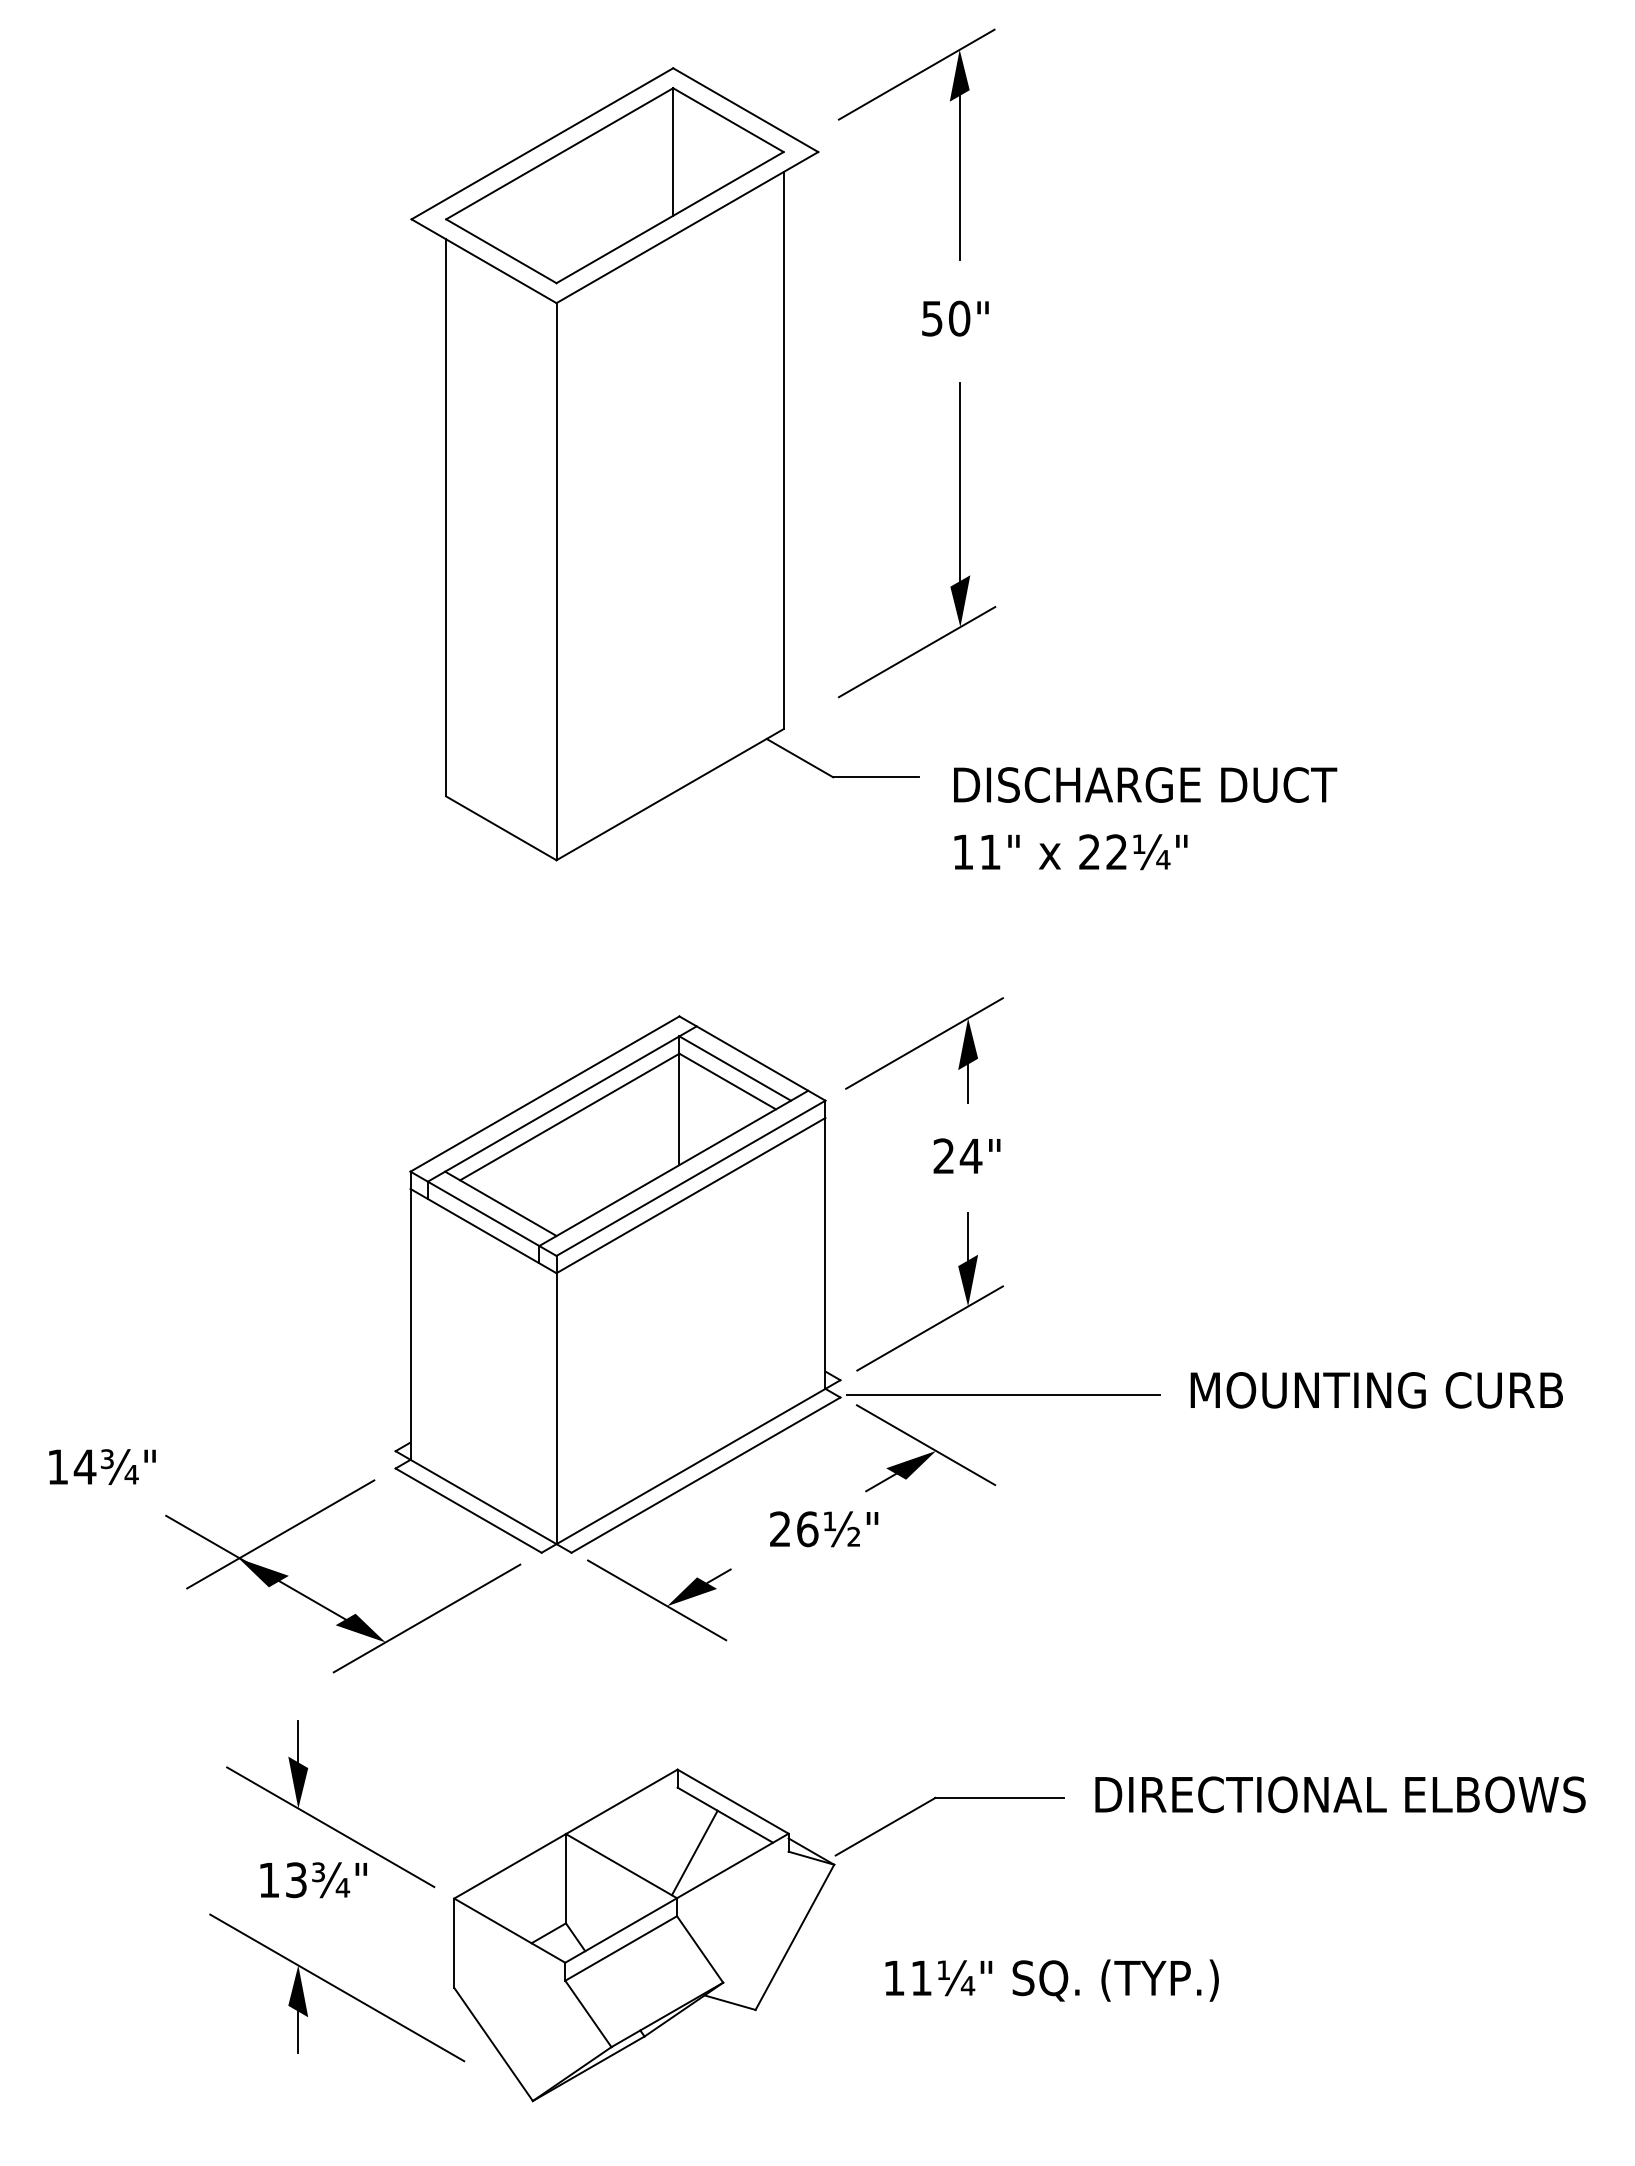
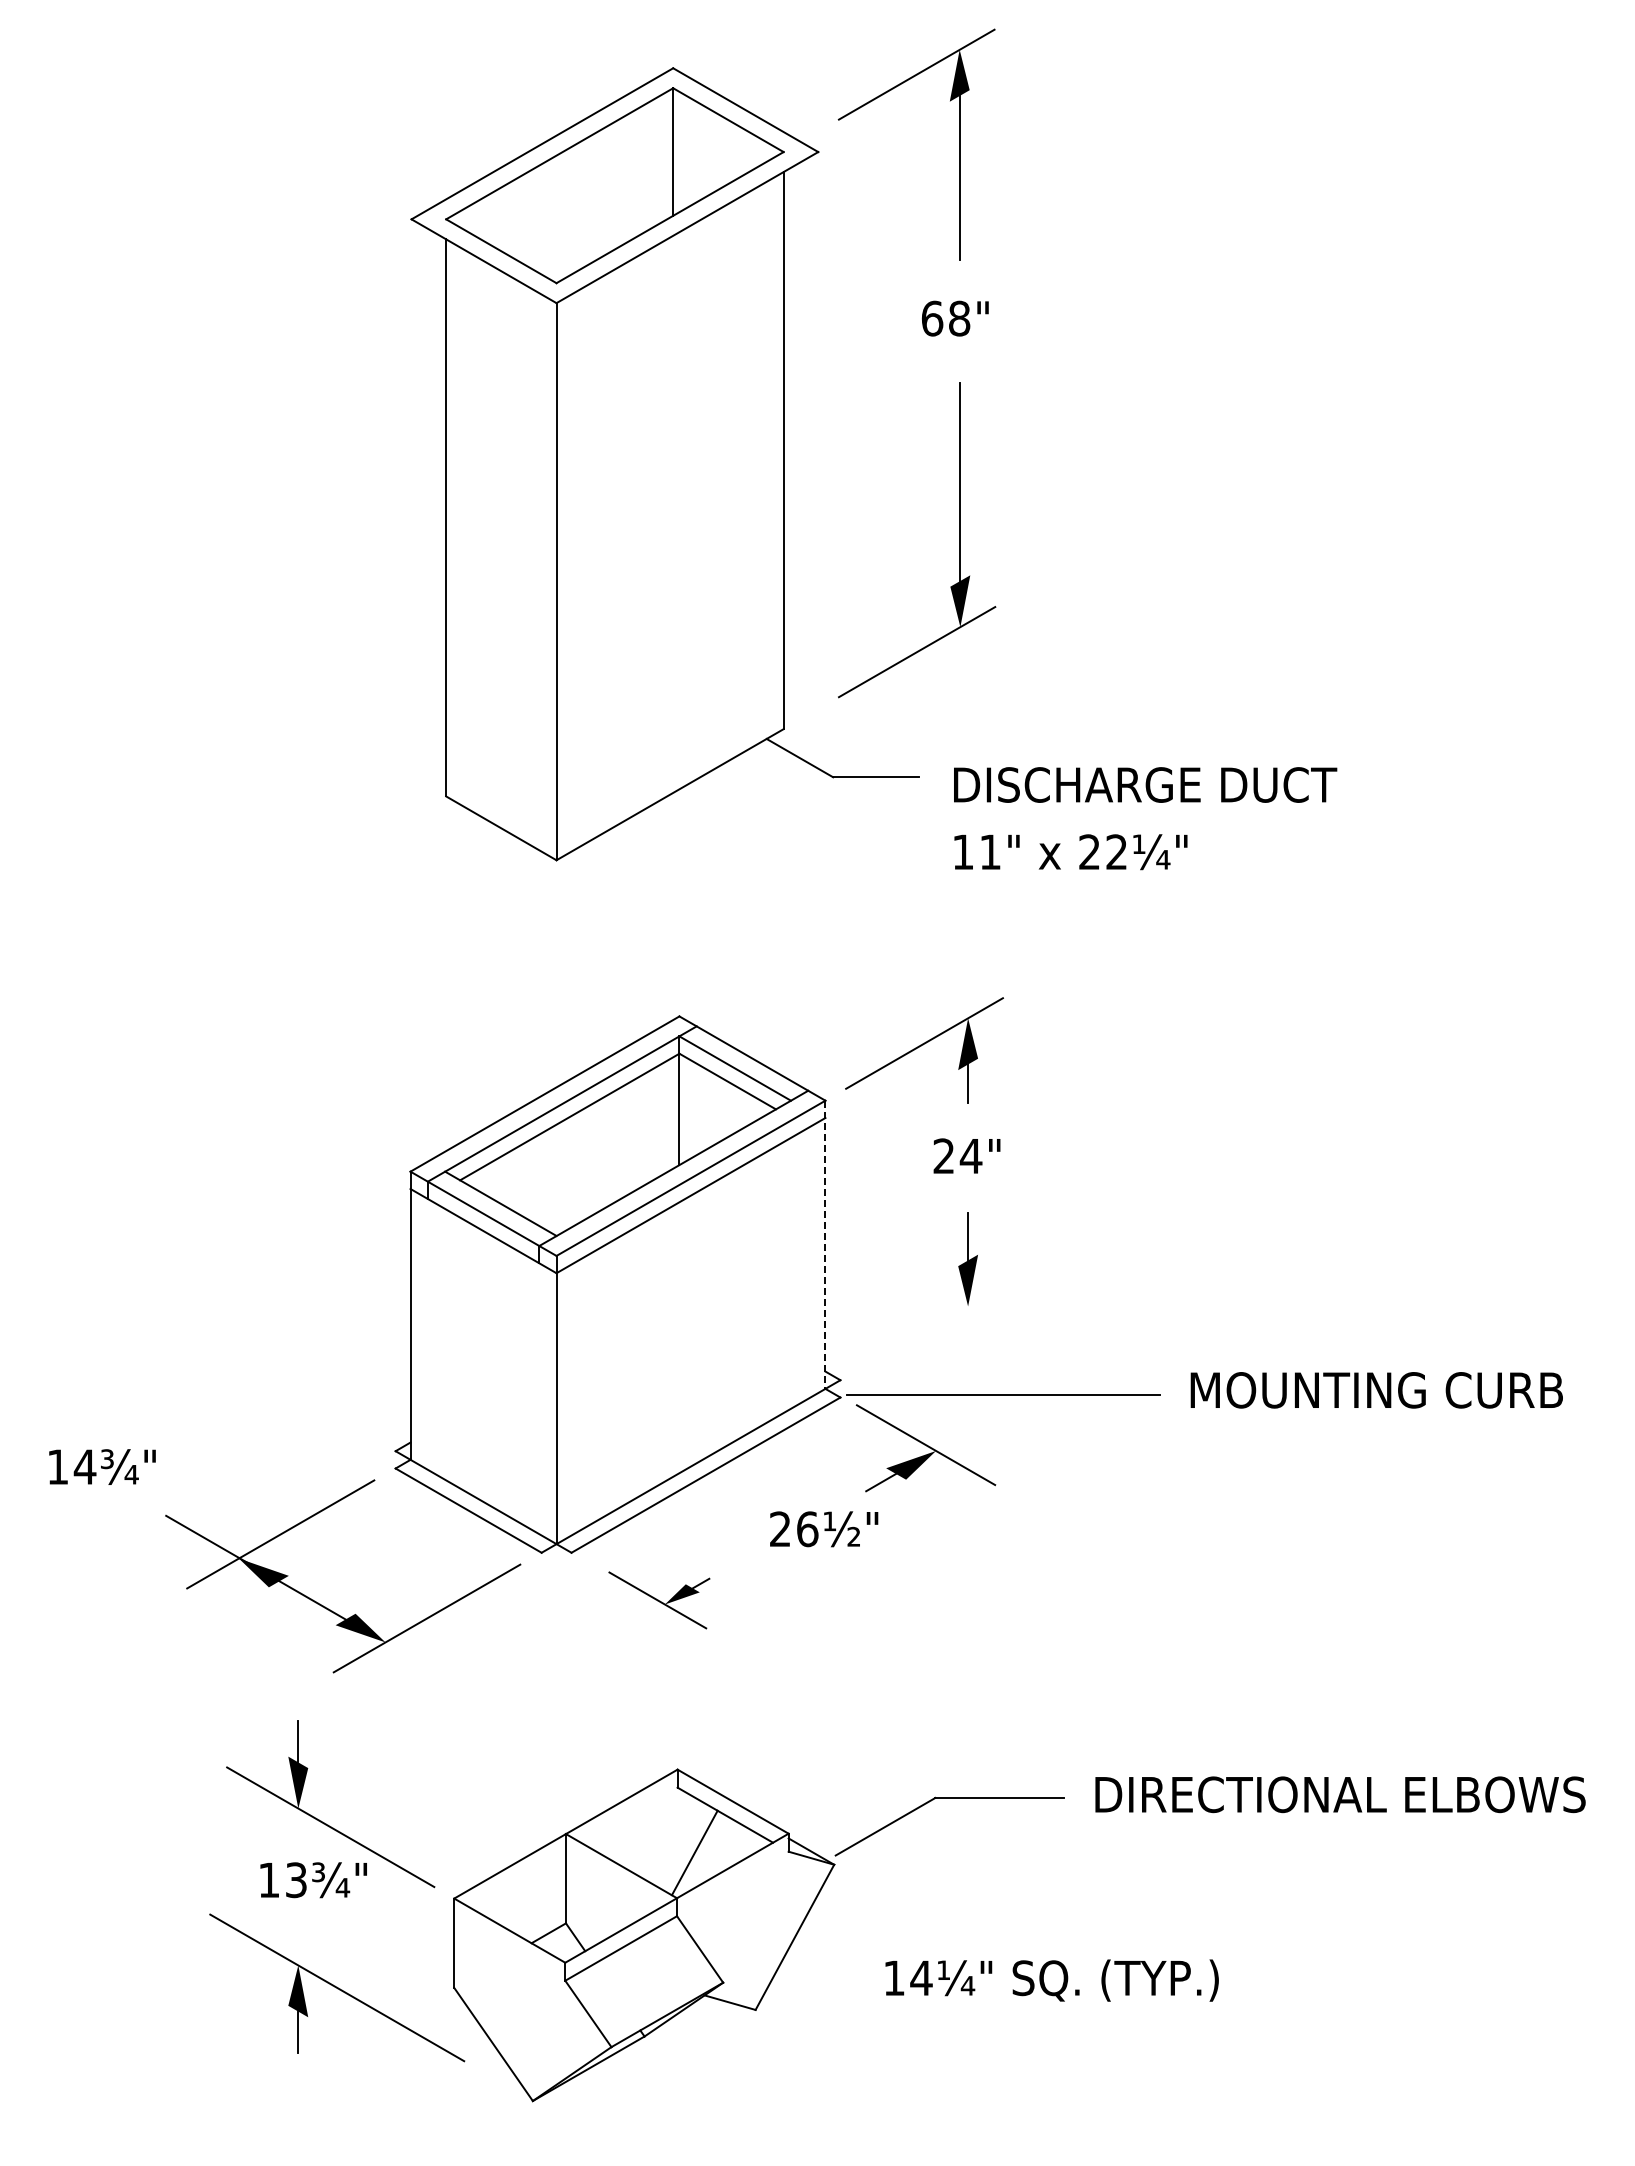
text at (945, 318): 50" -> 68"
line at (825, 1245): solid -> dashed
line at (929, 1328): present -> none
part at (659, 1600) size: 145x83 px -> 103x59 px
text at (921, 1977): 11¼" -> 14¼"
